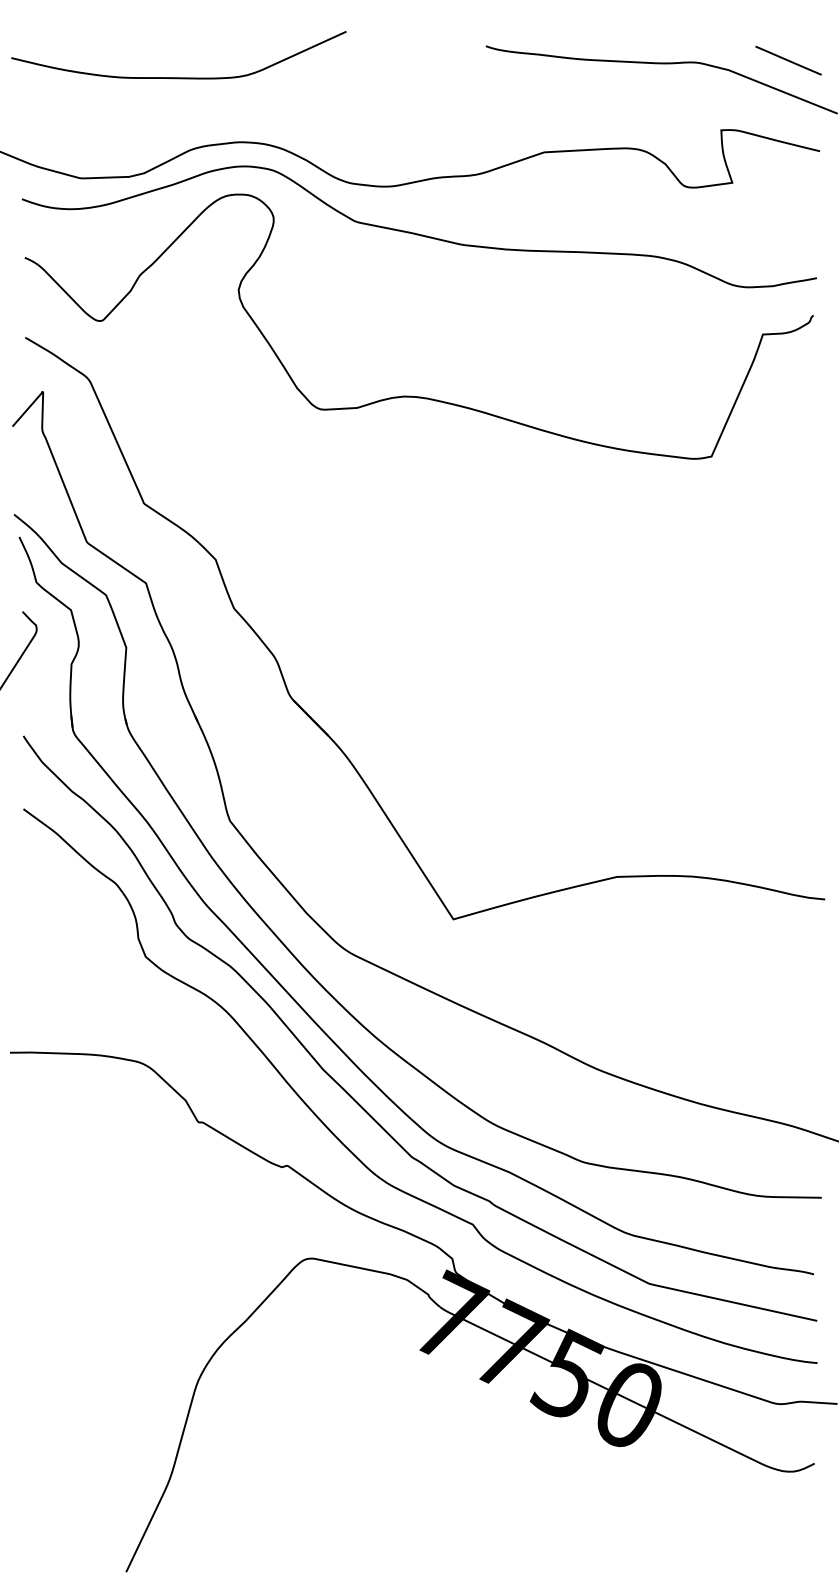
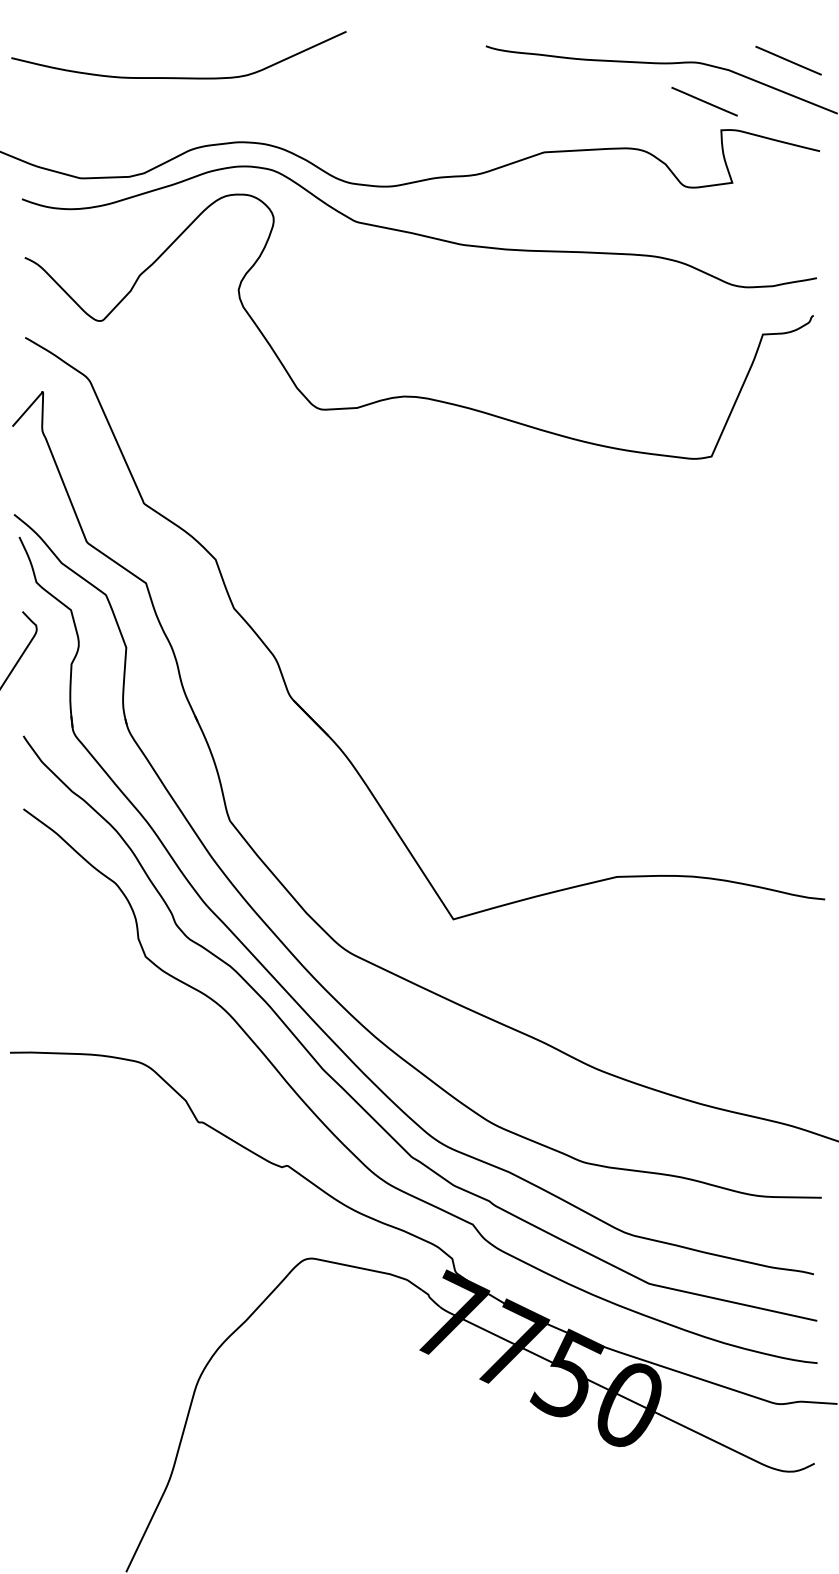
line at (704, 101): none -> present
